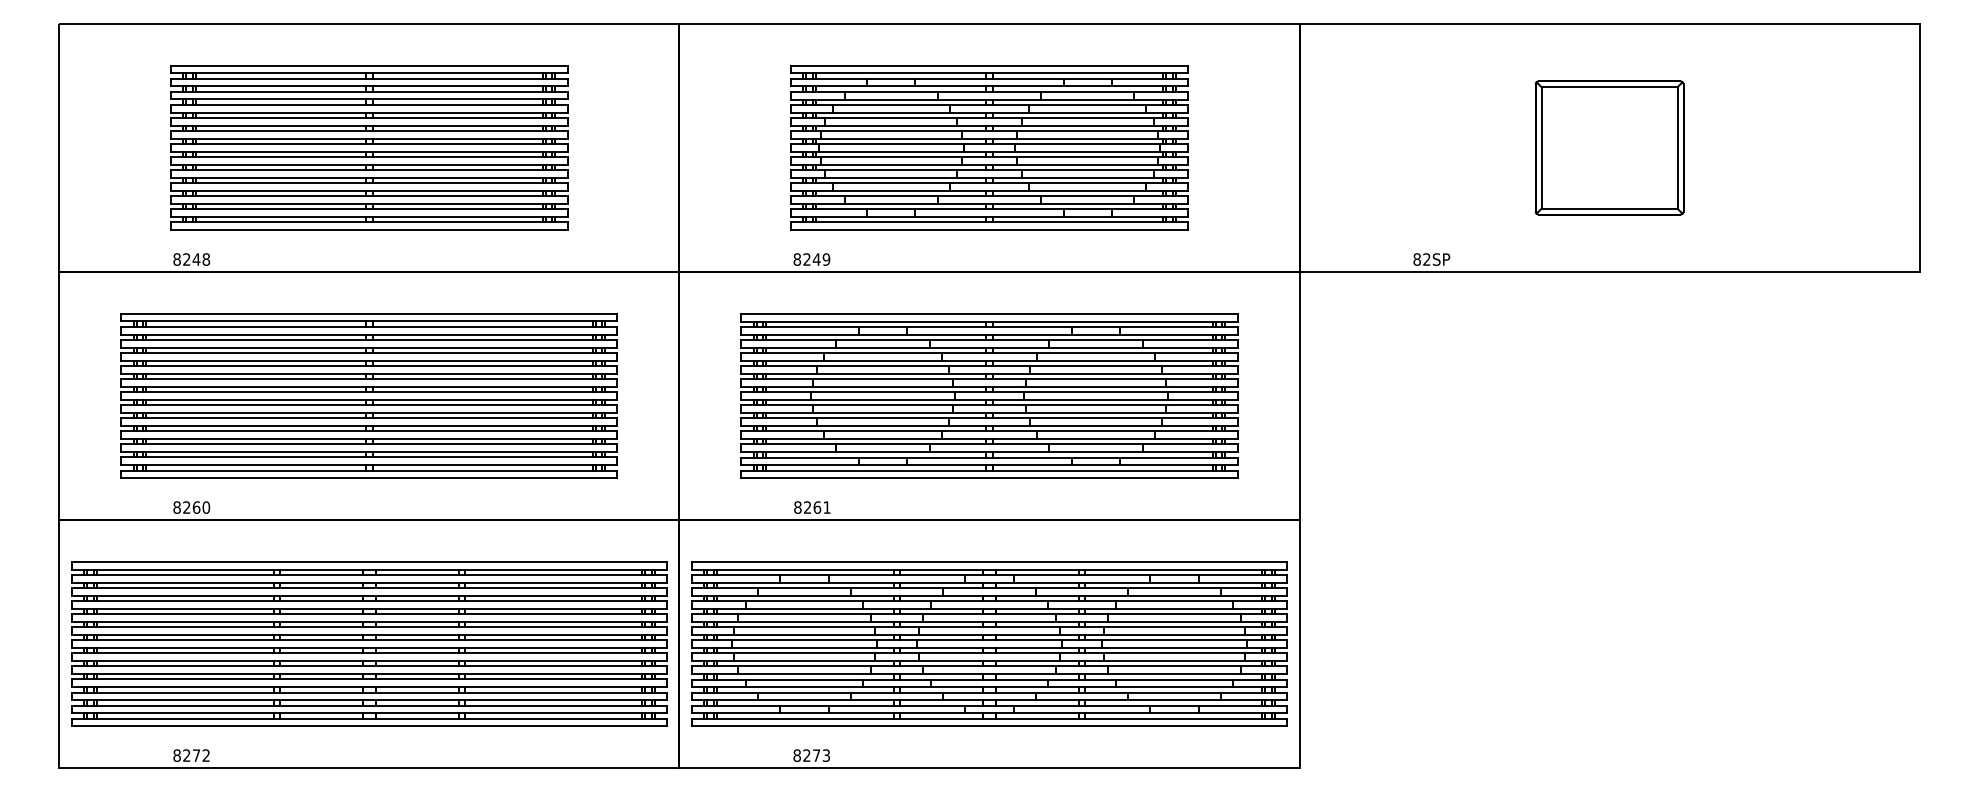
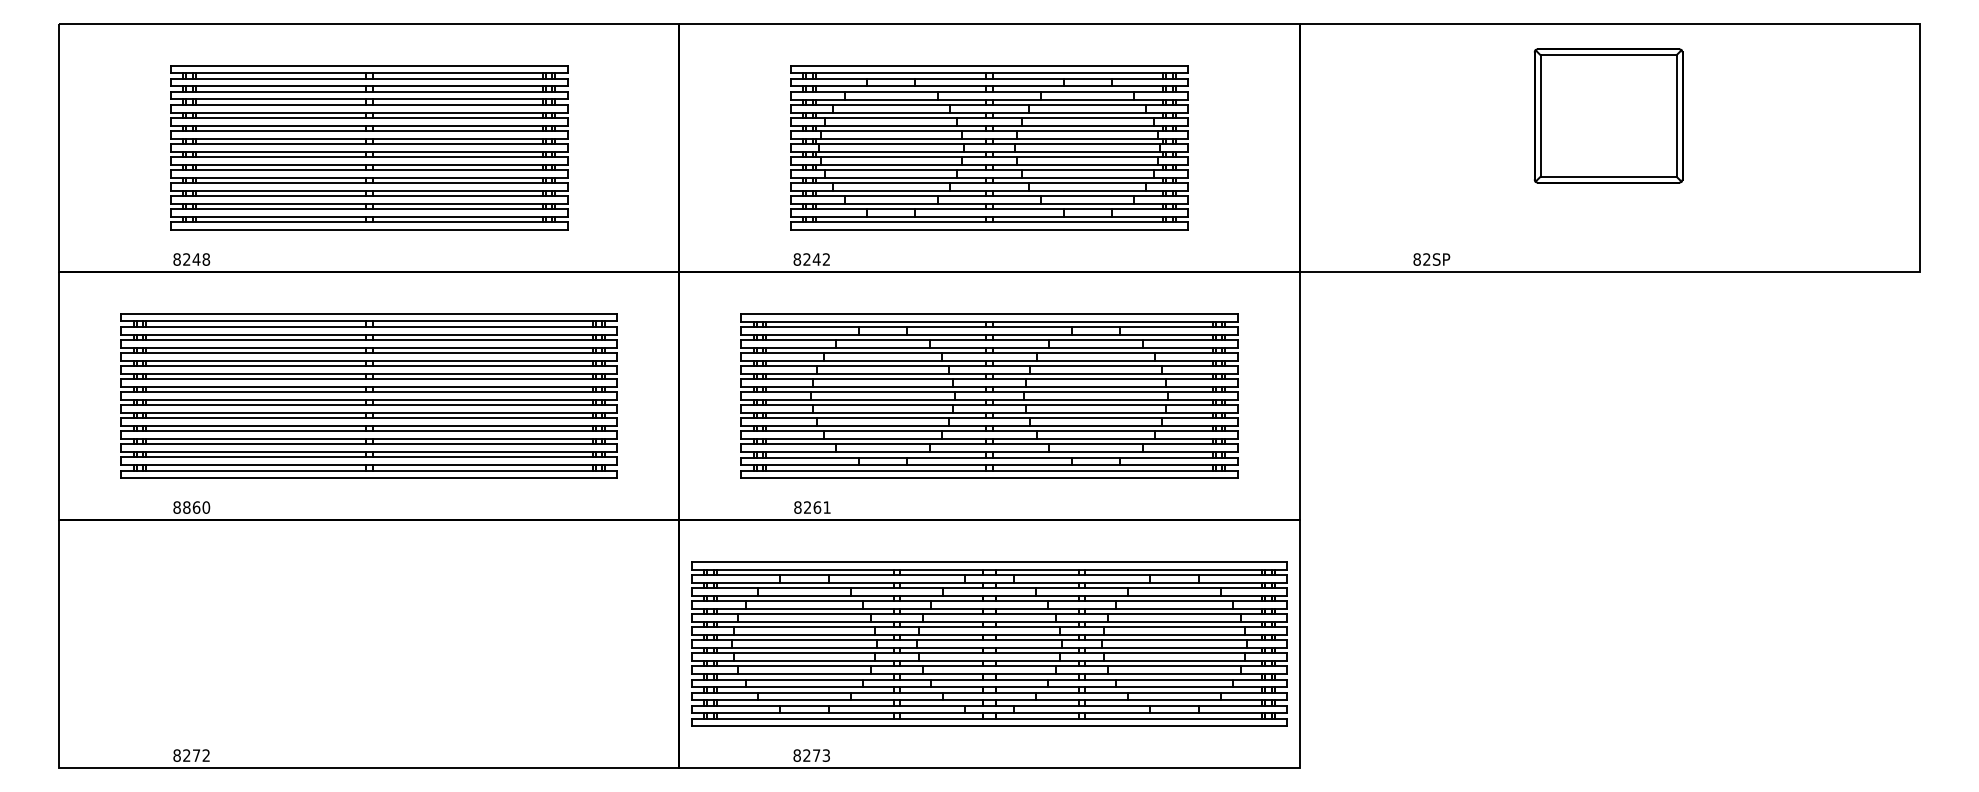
part at (1609, 147) position: (1609, 147) -> (1608, 115)
text at (826, 259): 8249 -> 8242
text at (186, 507): 8260 -> 8860
part at (369, 643): present -> none
